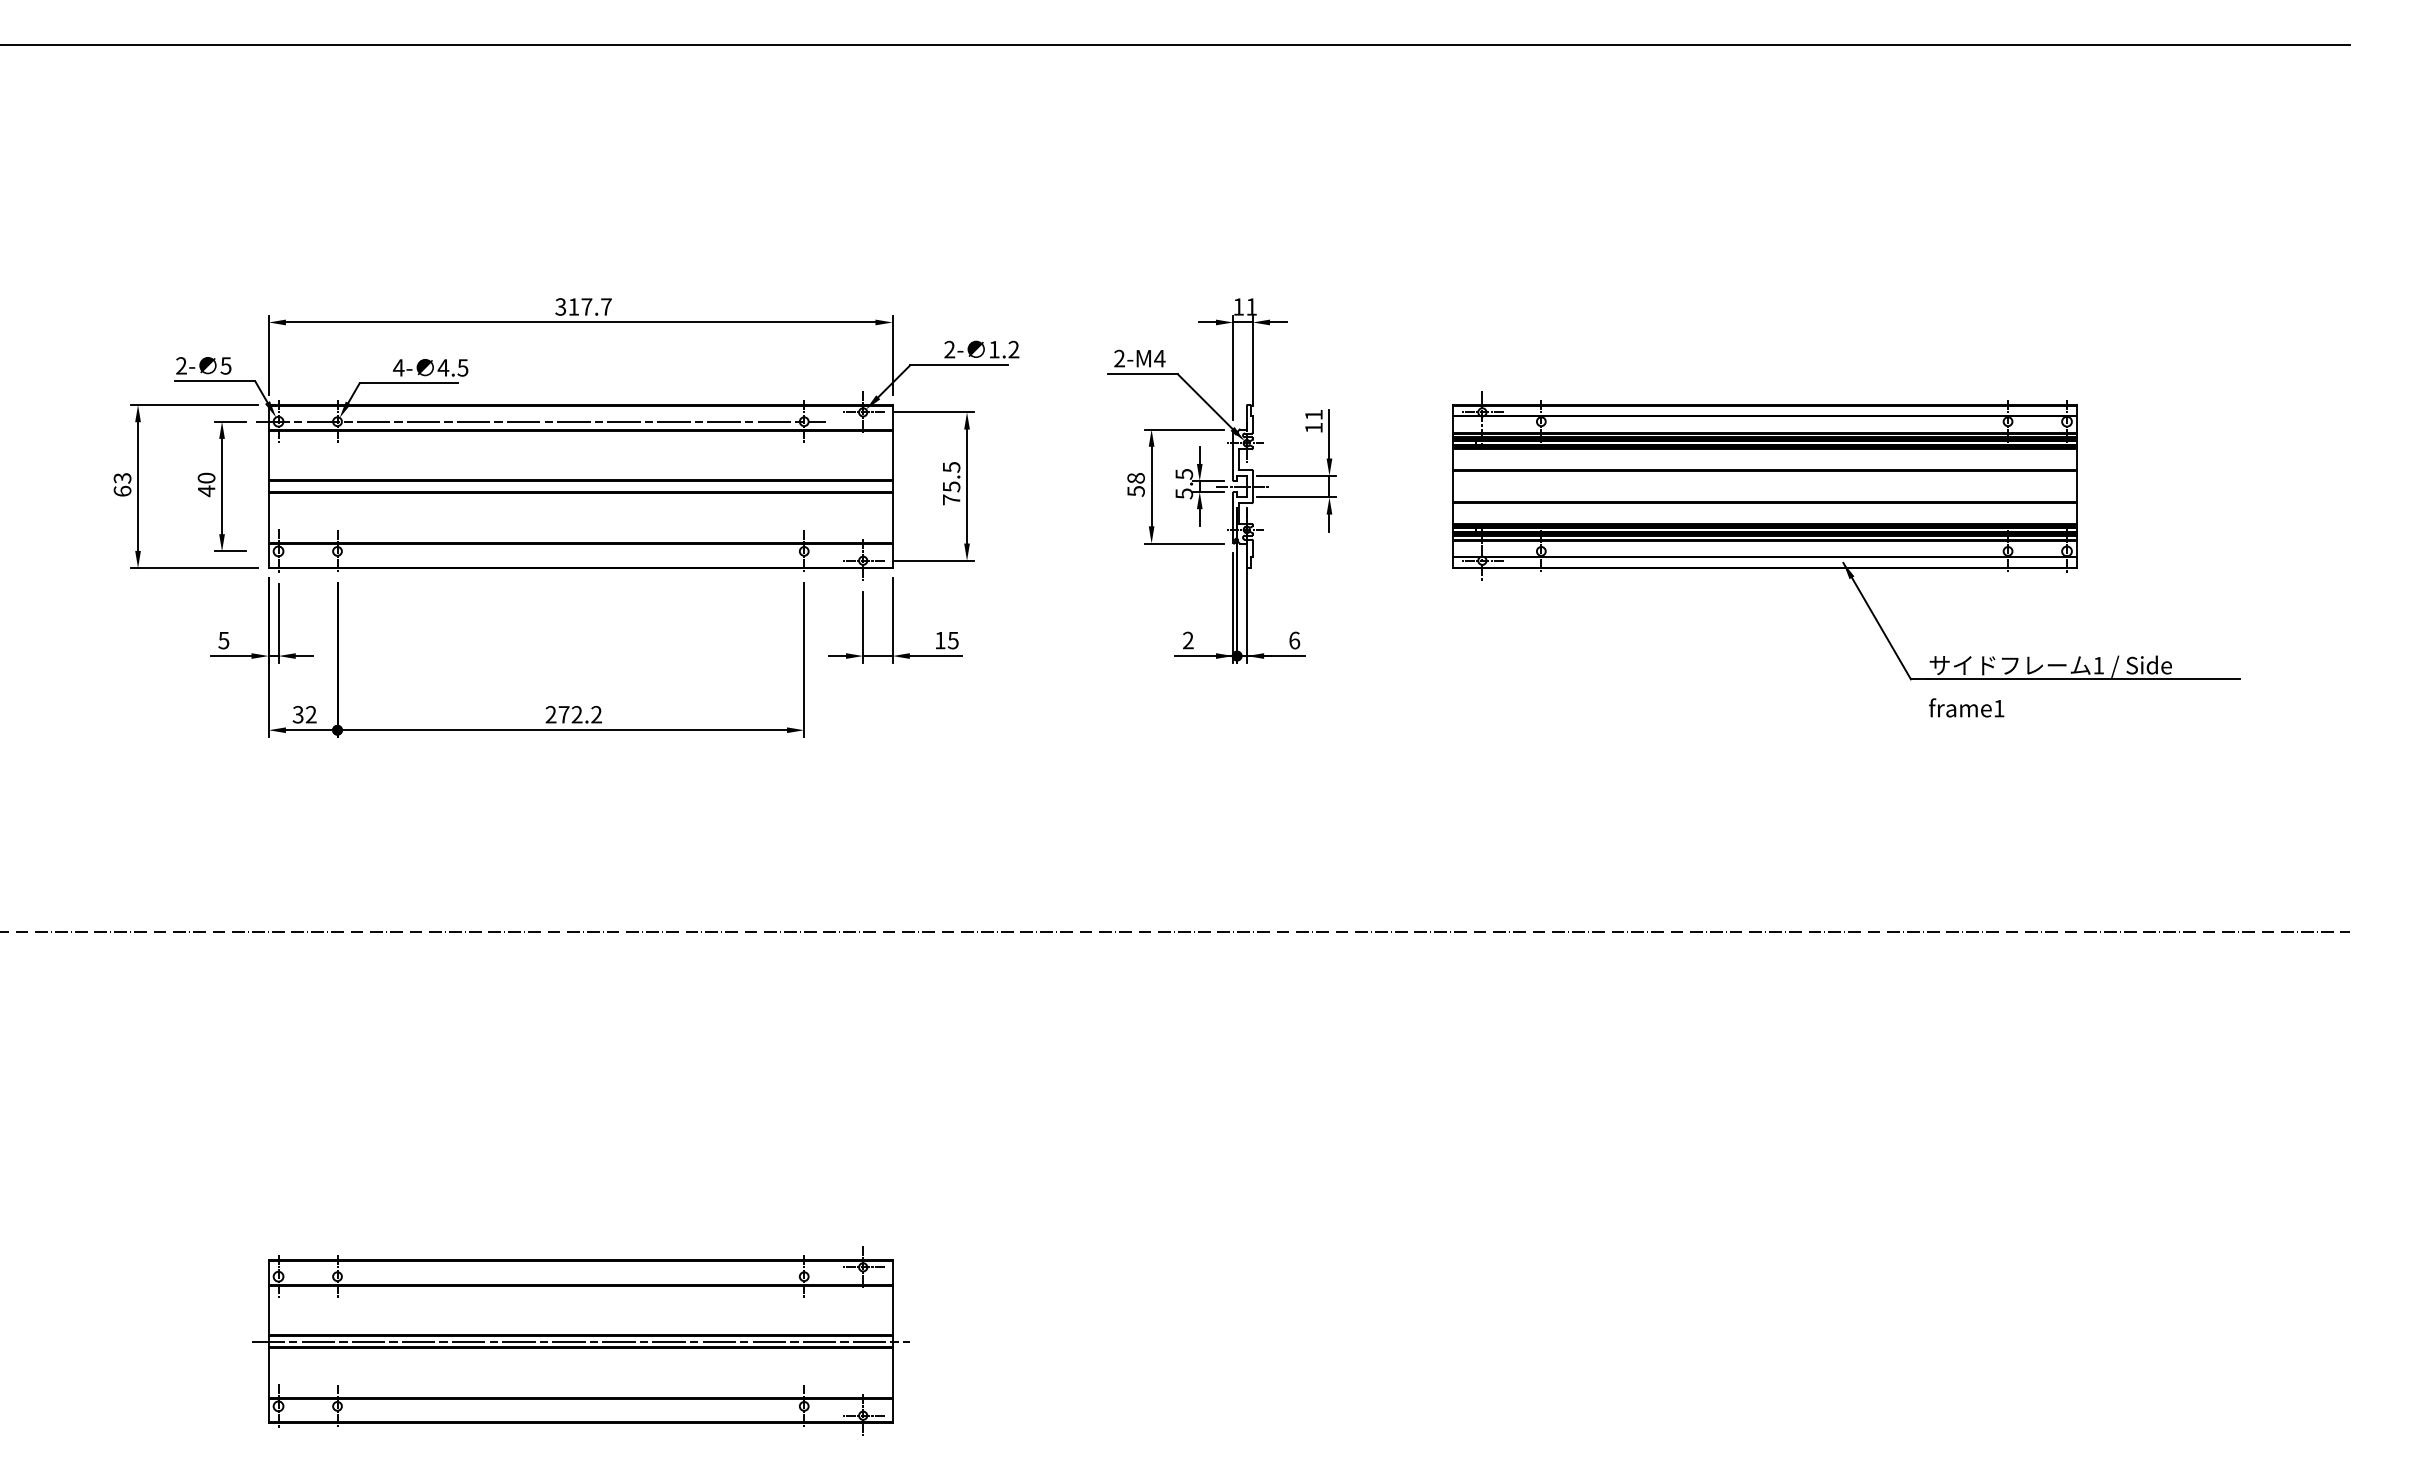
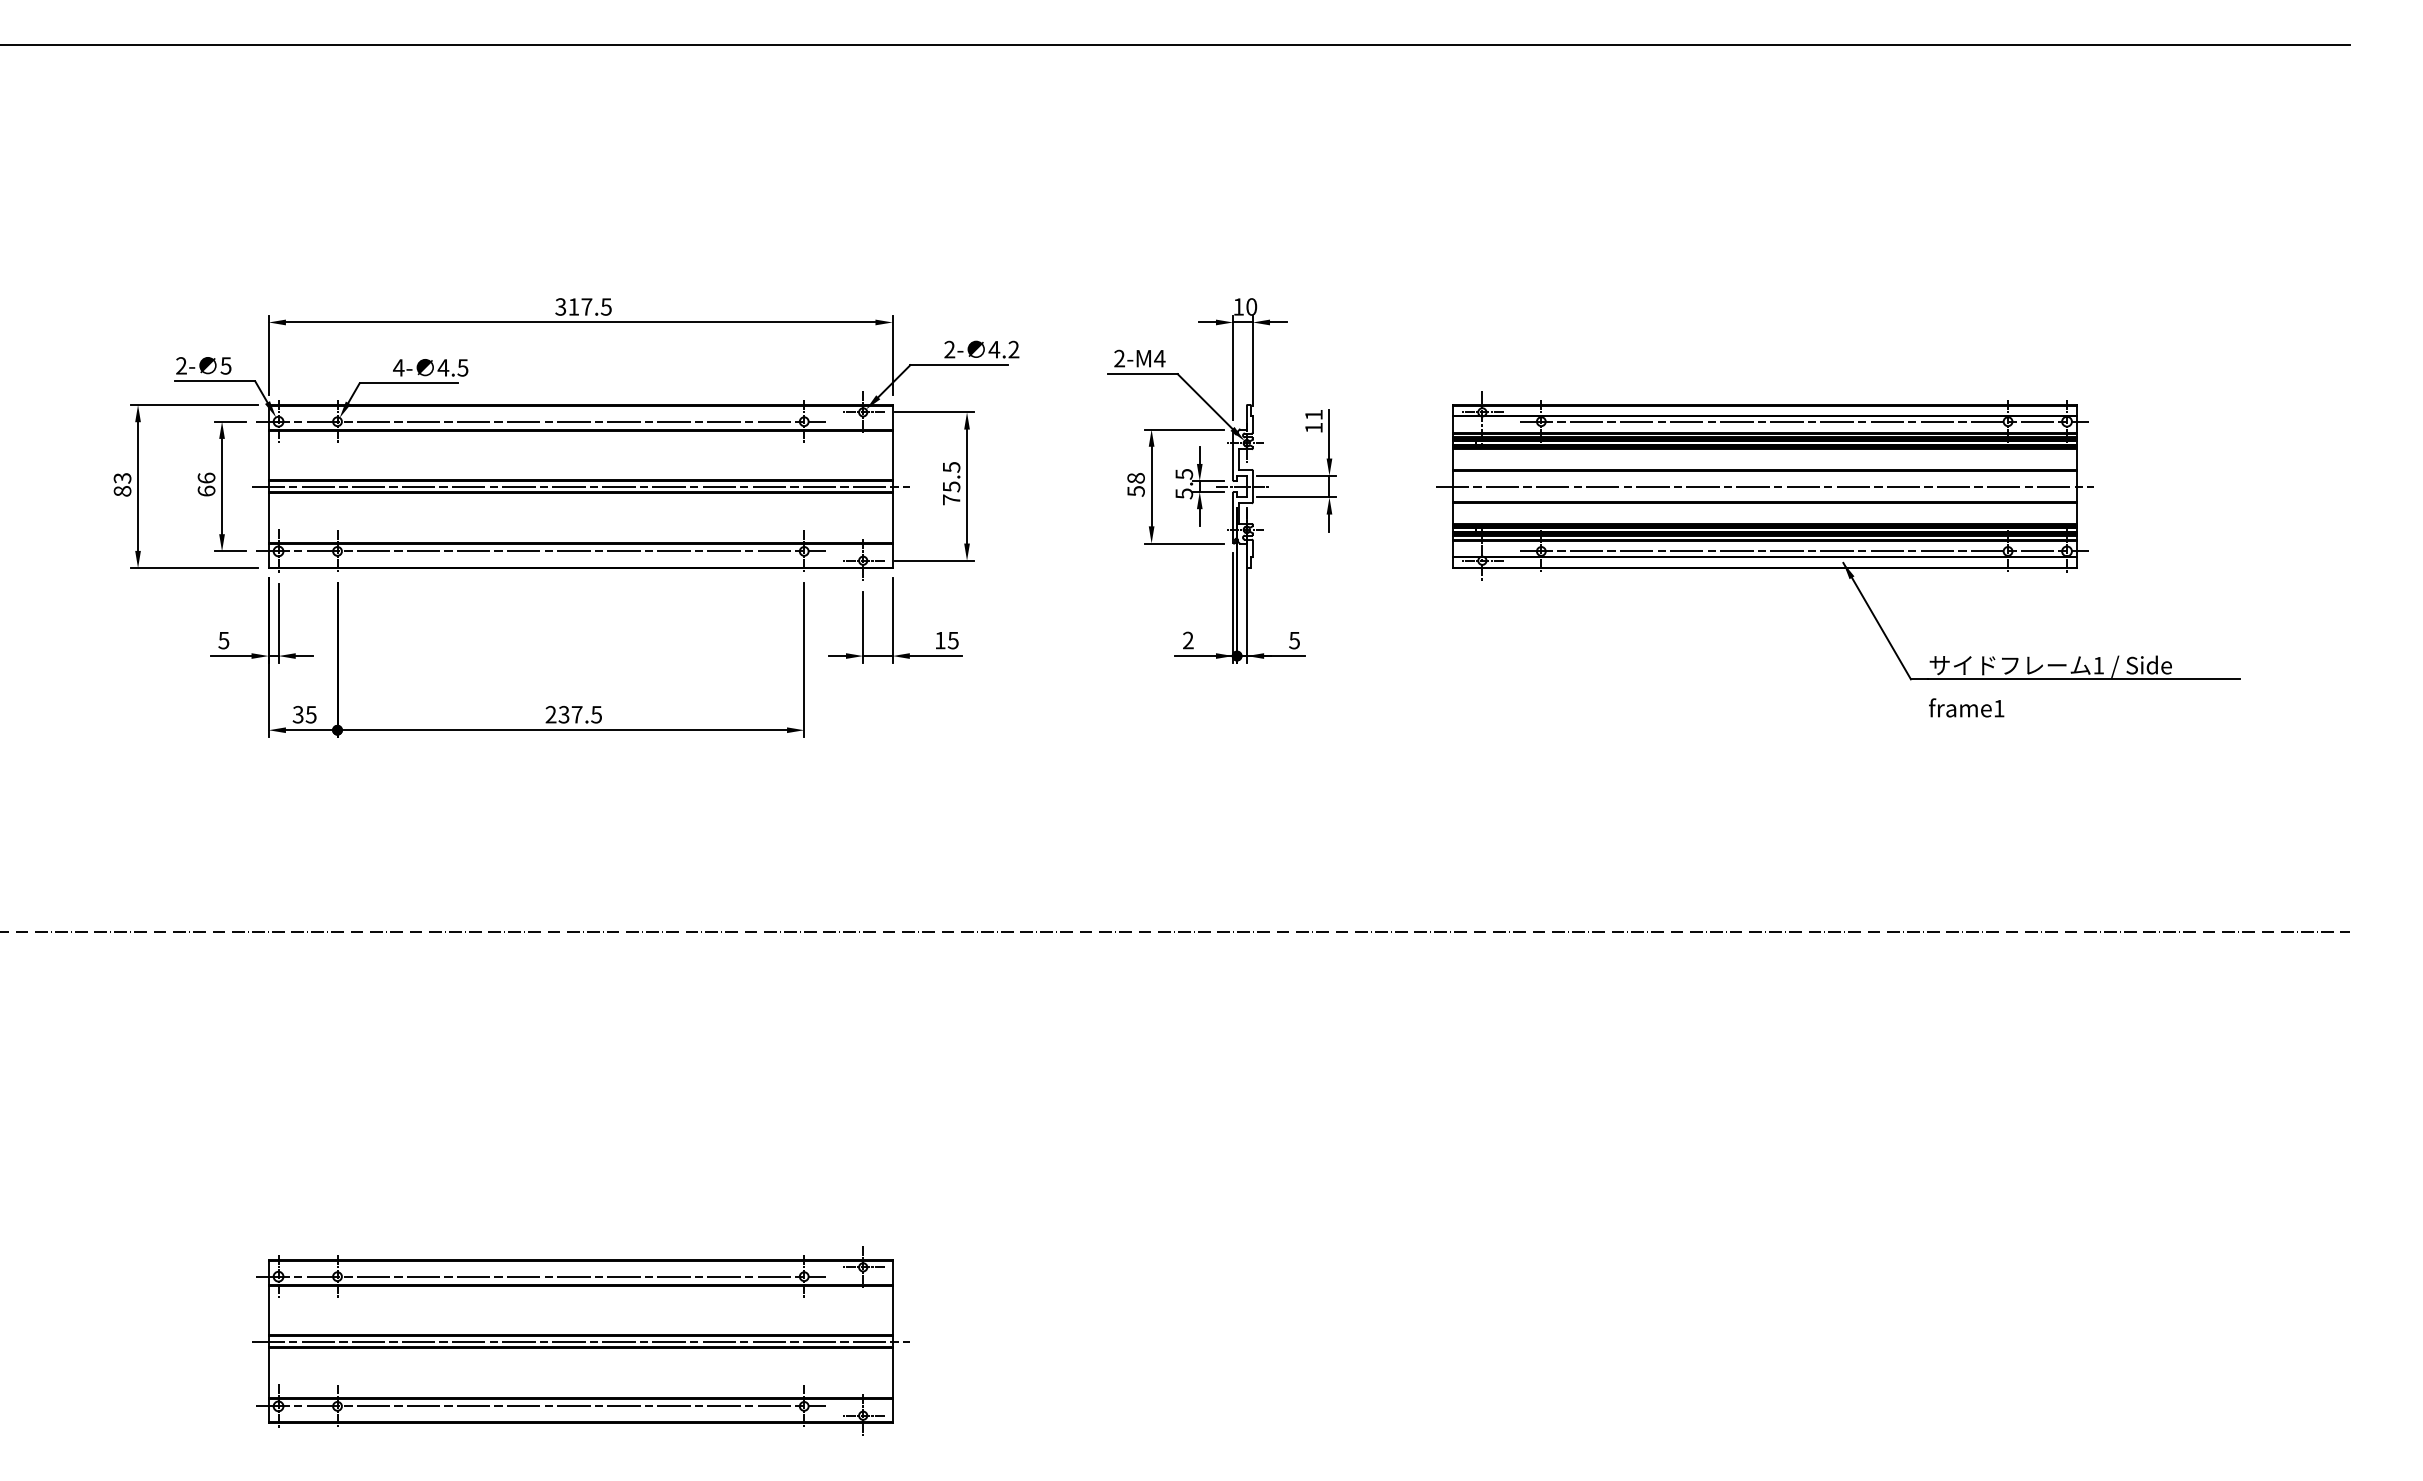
text at (605, 306): 317.7 -> 317.5
text at (1251, 306): 11 -> 10
text at (994, 349): 1.2 -> 4.2
line at (1804, 421): none -> present
text at (206, 484): 40 -> 66
line at (580, 486): none -> present
line at (1764, 486): none -> present
text at (122, 490): 63 -> 83
line at (540, 551): none -> present
line at (1804, 551): none -> present
text at (1294, 640): 6 -> 5
text at (310, 714): 32 -> 35
text at (579, 714): 272.2 -> 237.5
line at (540, 1276): none -> present
line at (540, 1406): none -> present
